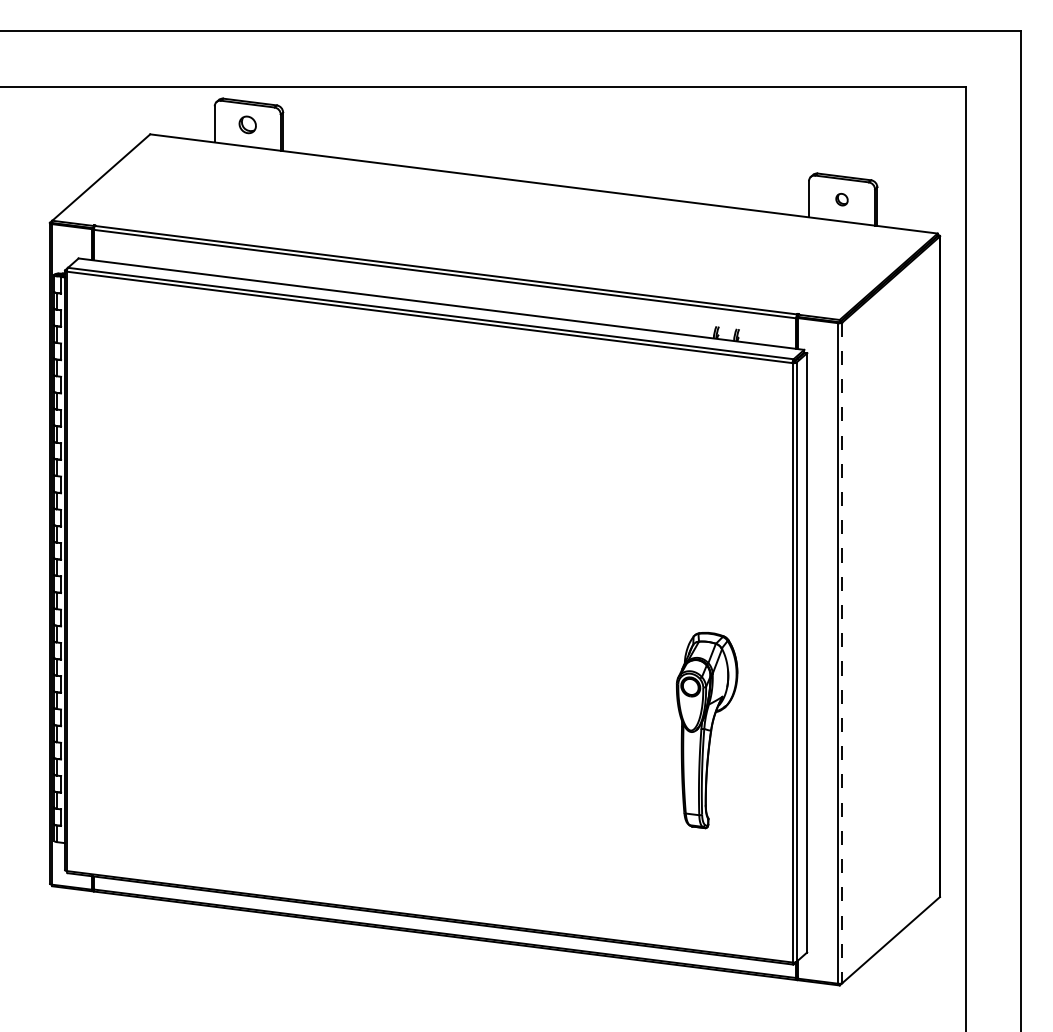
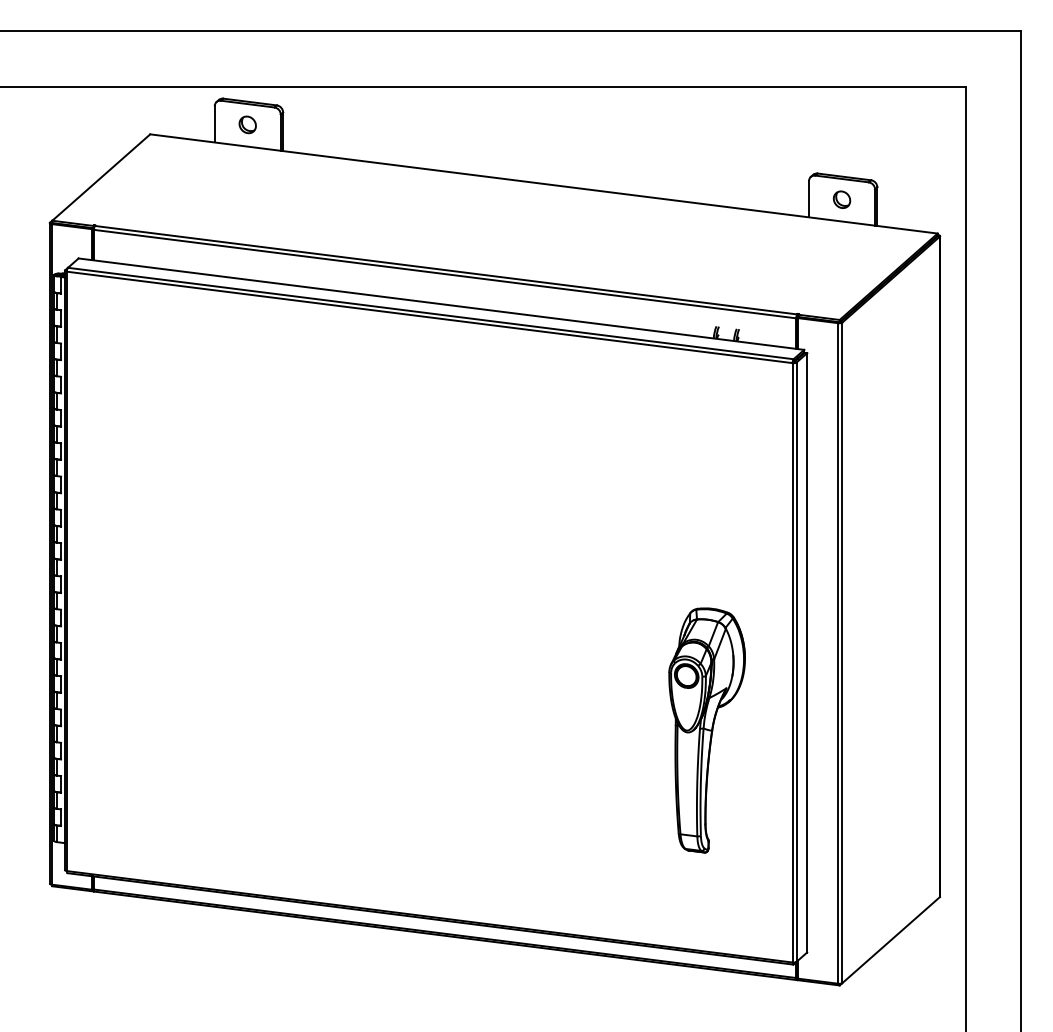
part at (841, 199) size: 14x14 px -> 20x19 px
line at (842, 653): dashed -> solid
part at (706, 730) size: 64x198 px -> 78x247 px
